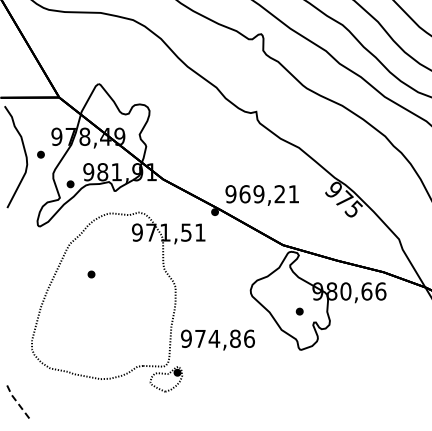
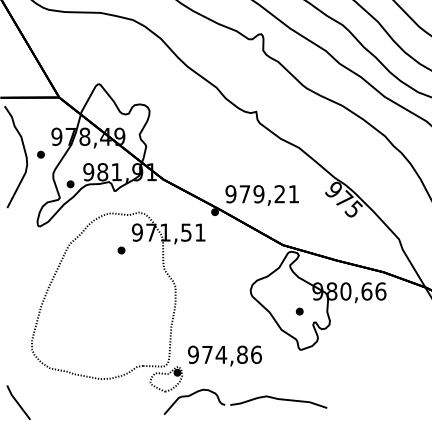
text at (244, 194): 969,21 -> 979,21
part at (91, 274) position: (91, 274) -> (121, 250)
text at (217, 339) position: (217, 339) -> (224, 355)
part at (245, 401): none -> present
line at (17, 403): dashed -> solid
